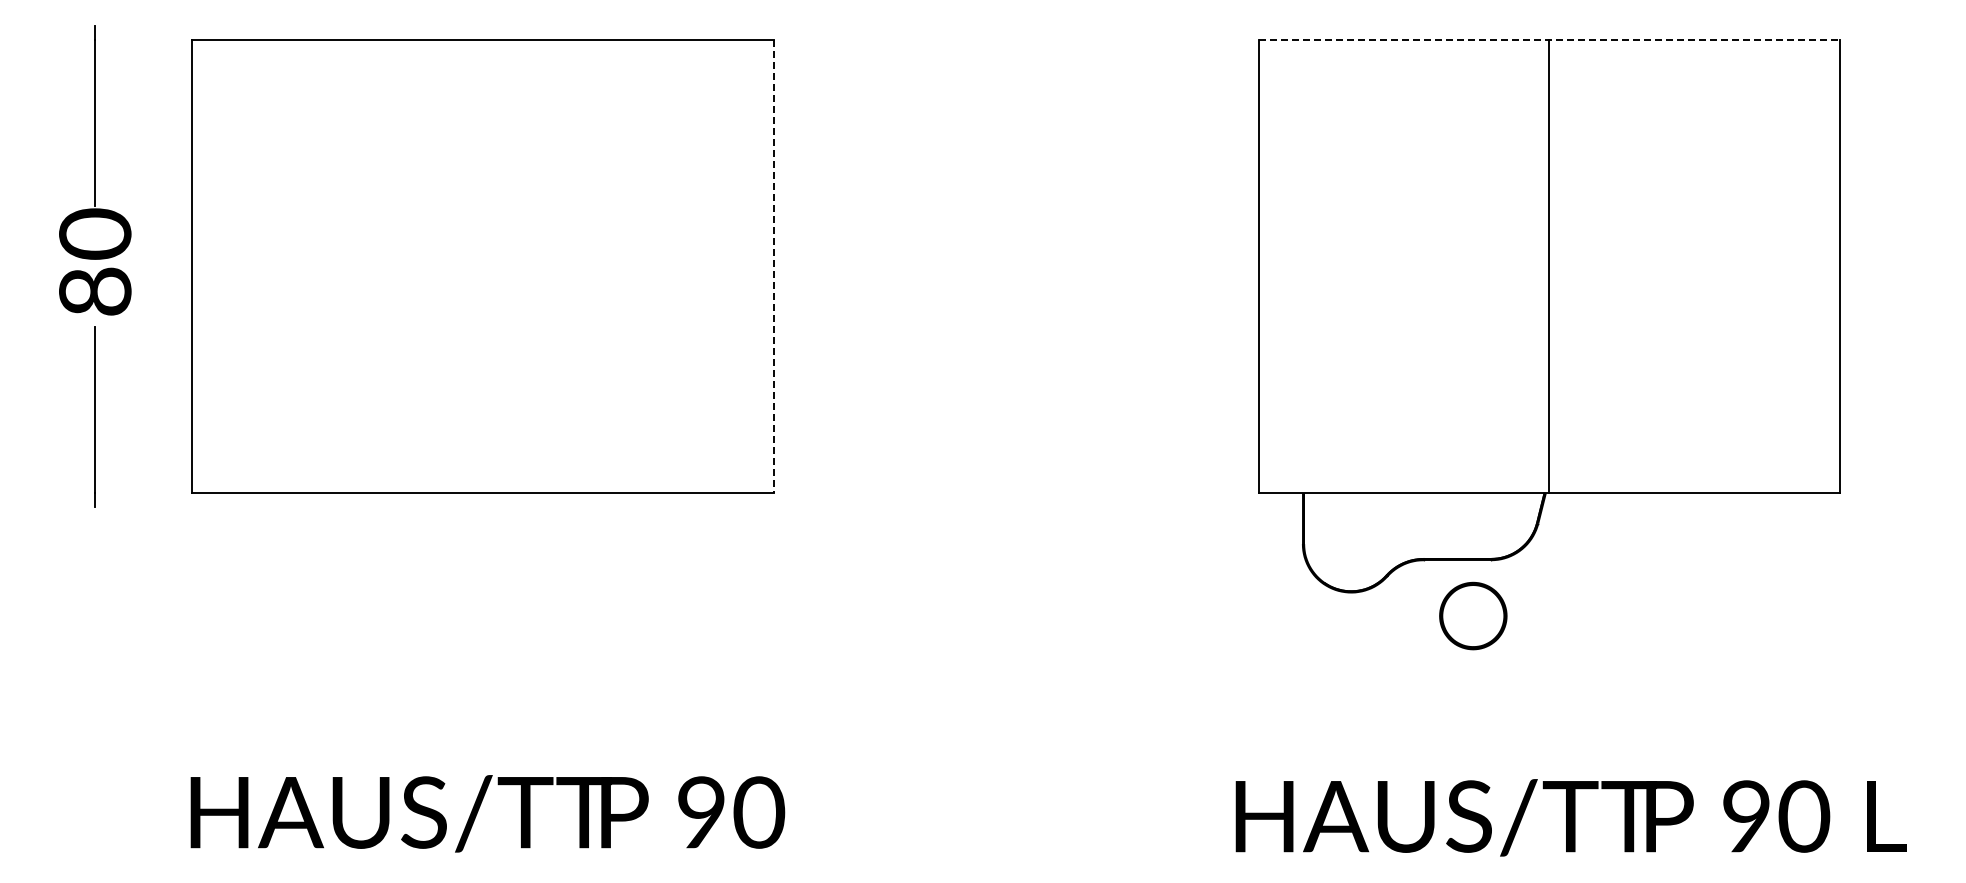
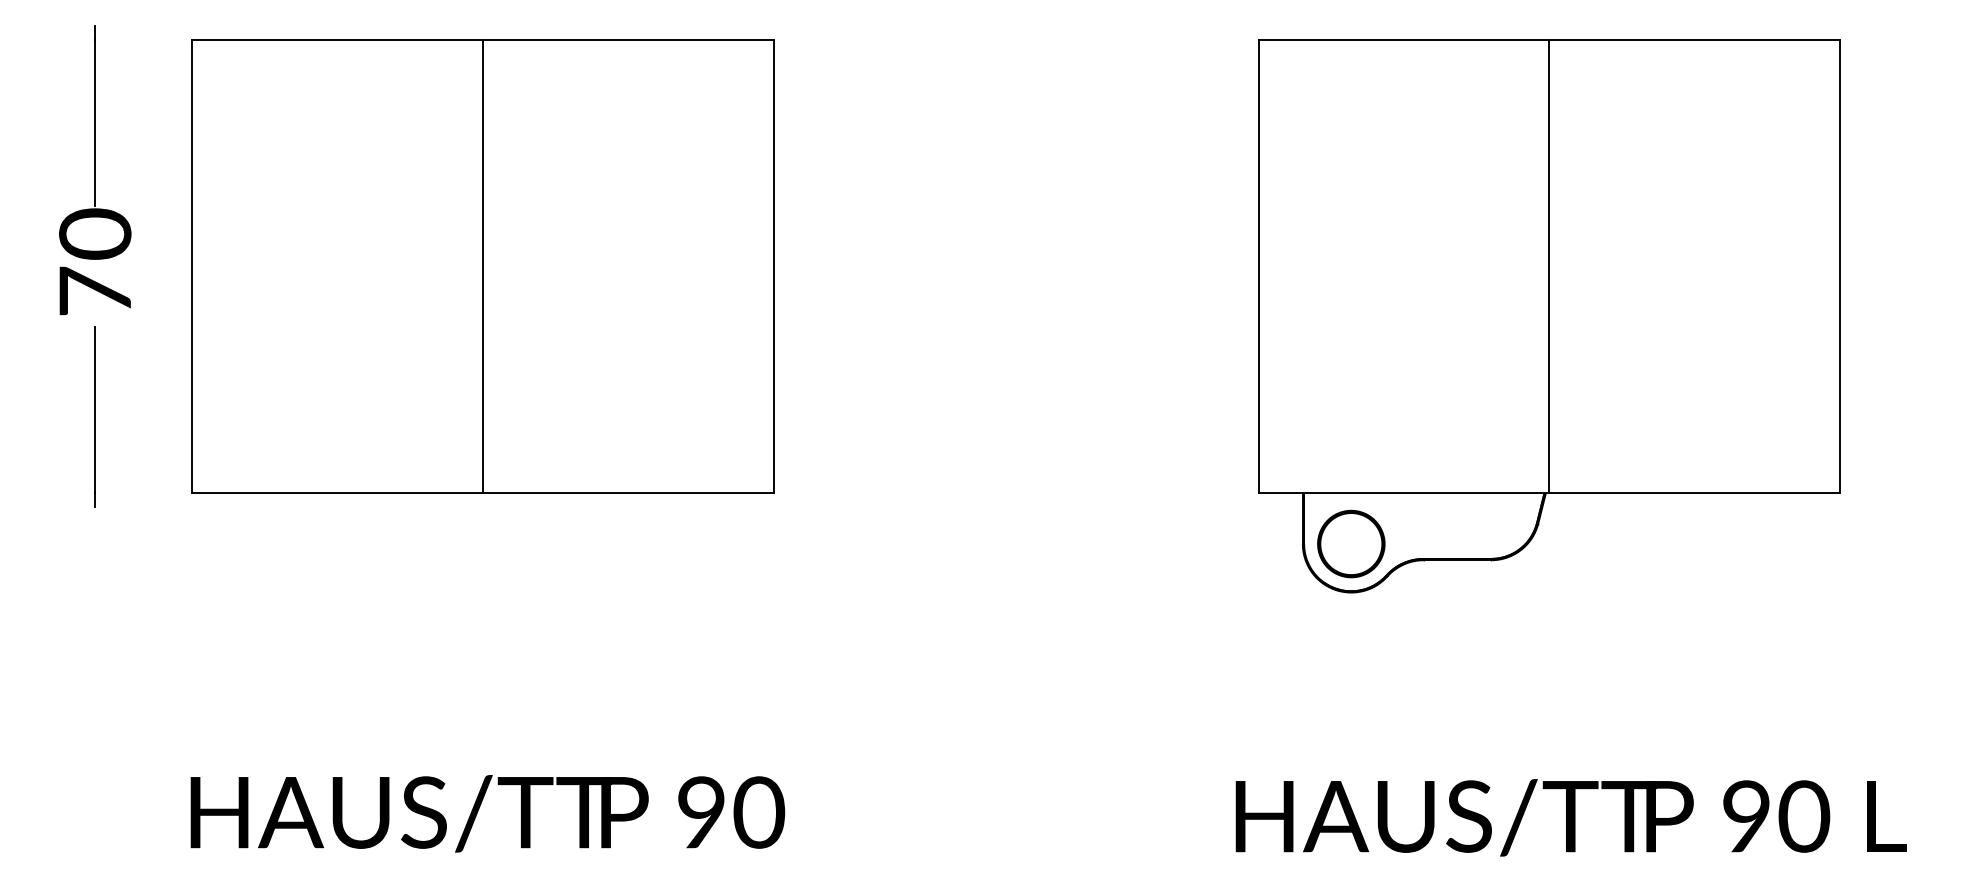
line at (1549, 40): dashed -> solid
line at (483, 266): none -> present
line at (774, 266): dashed -> solid
text at (95, 290): 80 -> 70
part at (1473, 615) position: (1473, 615) -> (1351, 543)
